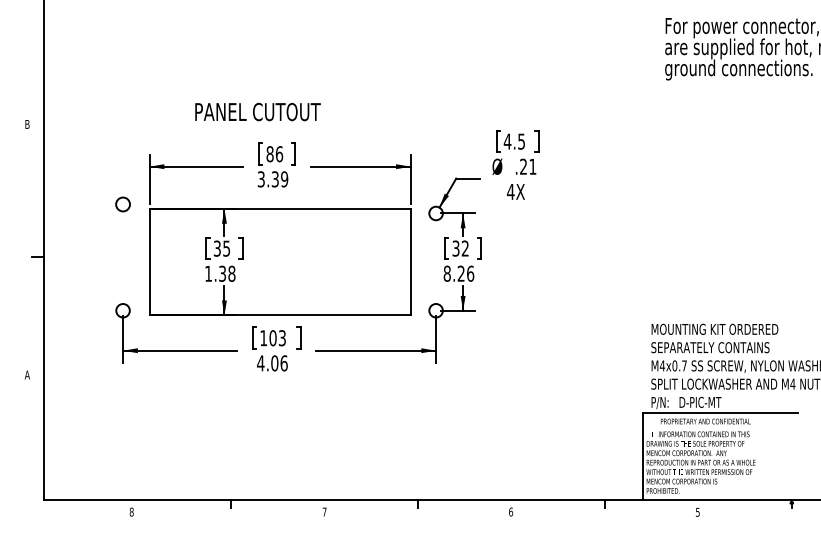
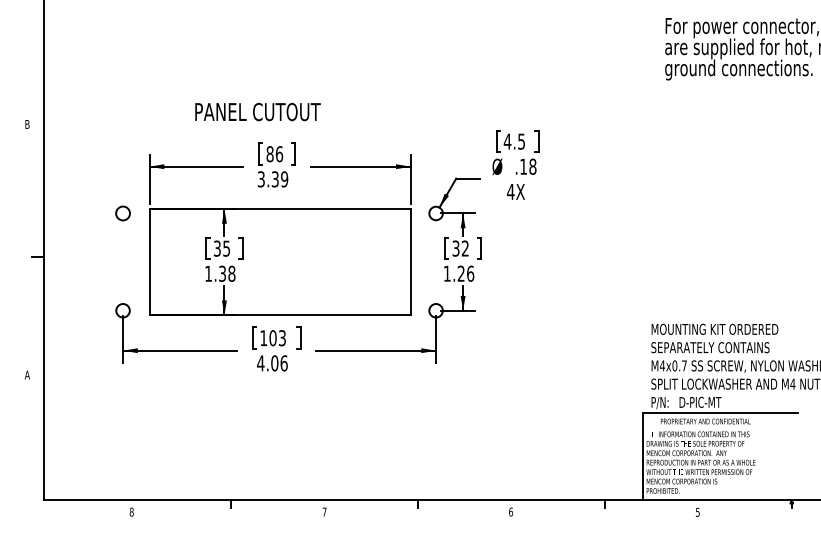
text at (528, 166): .21 -> .18
circle at (122, 204) position: (122, 204) -> (122, 213)
text at (446, 273): 8.26 -> 1.26
